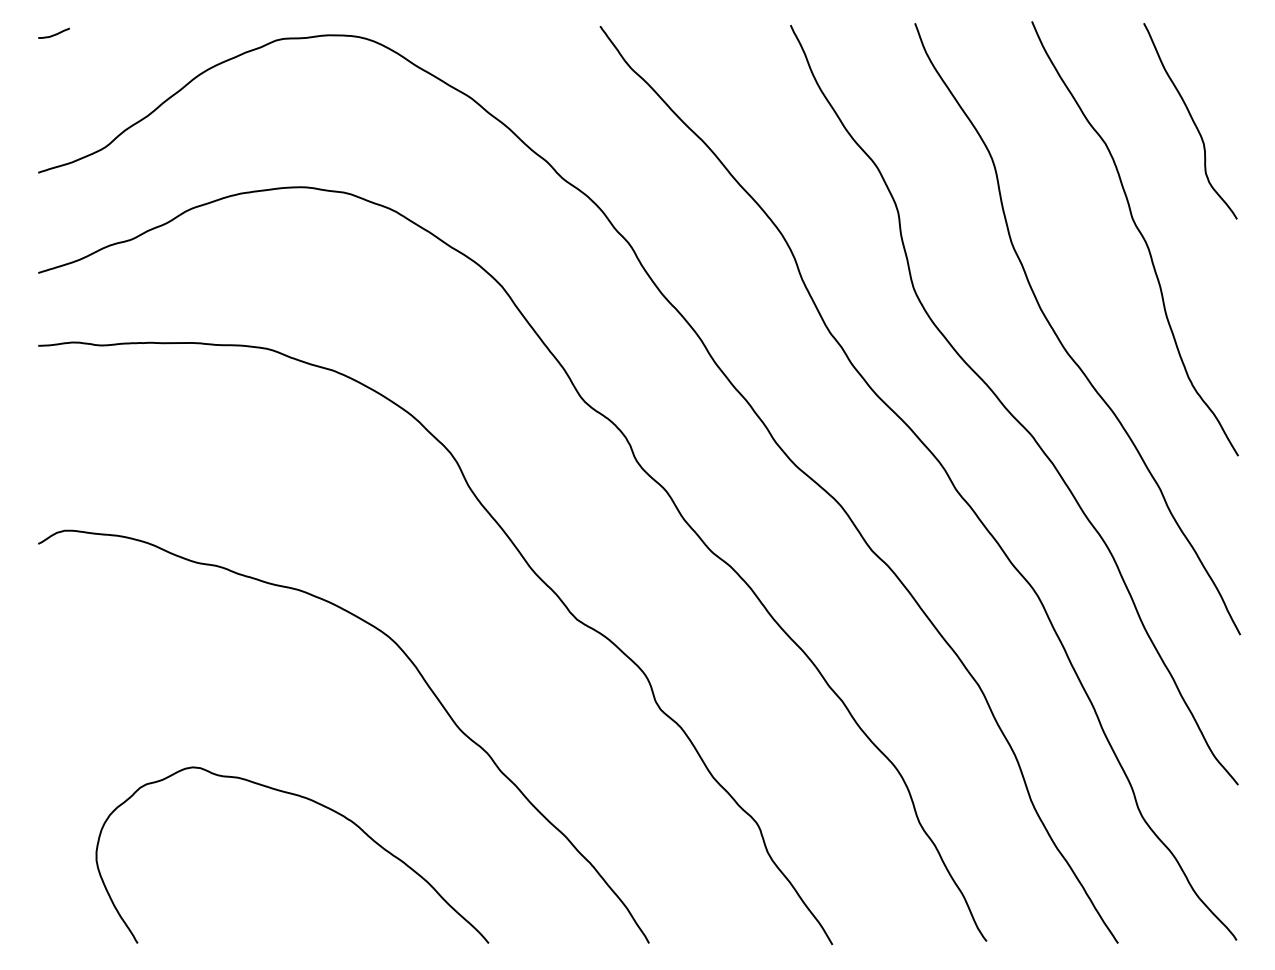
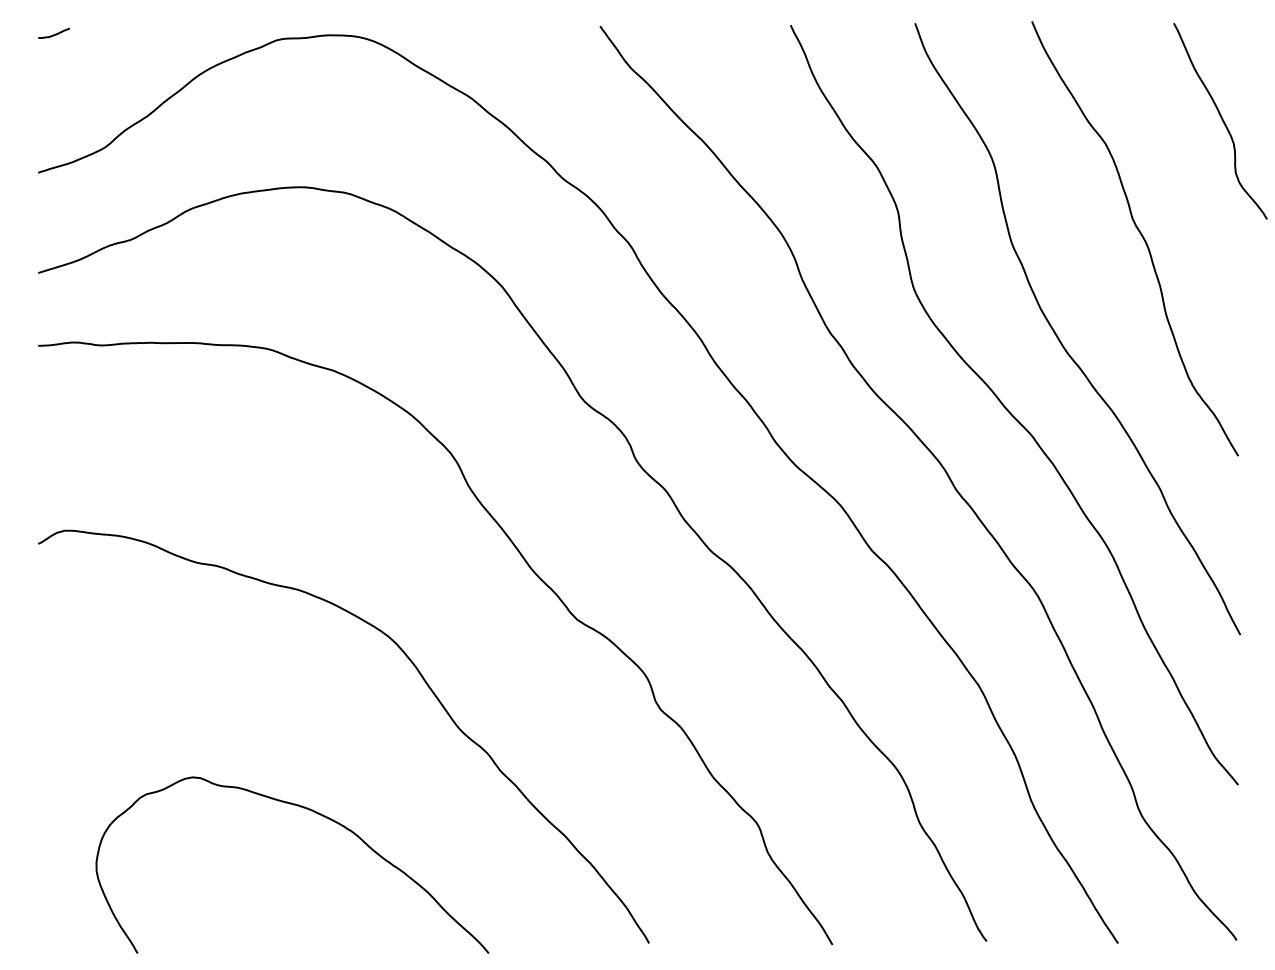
curve at (1192, 121) position: (1192, 121) -> (1222, 121)
curve at (315, 803) position: (315, 803) -> (315, 813)
